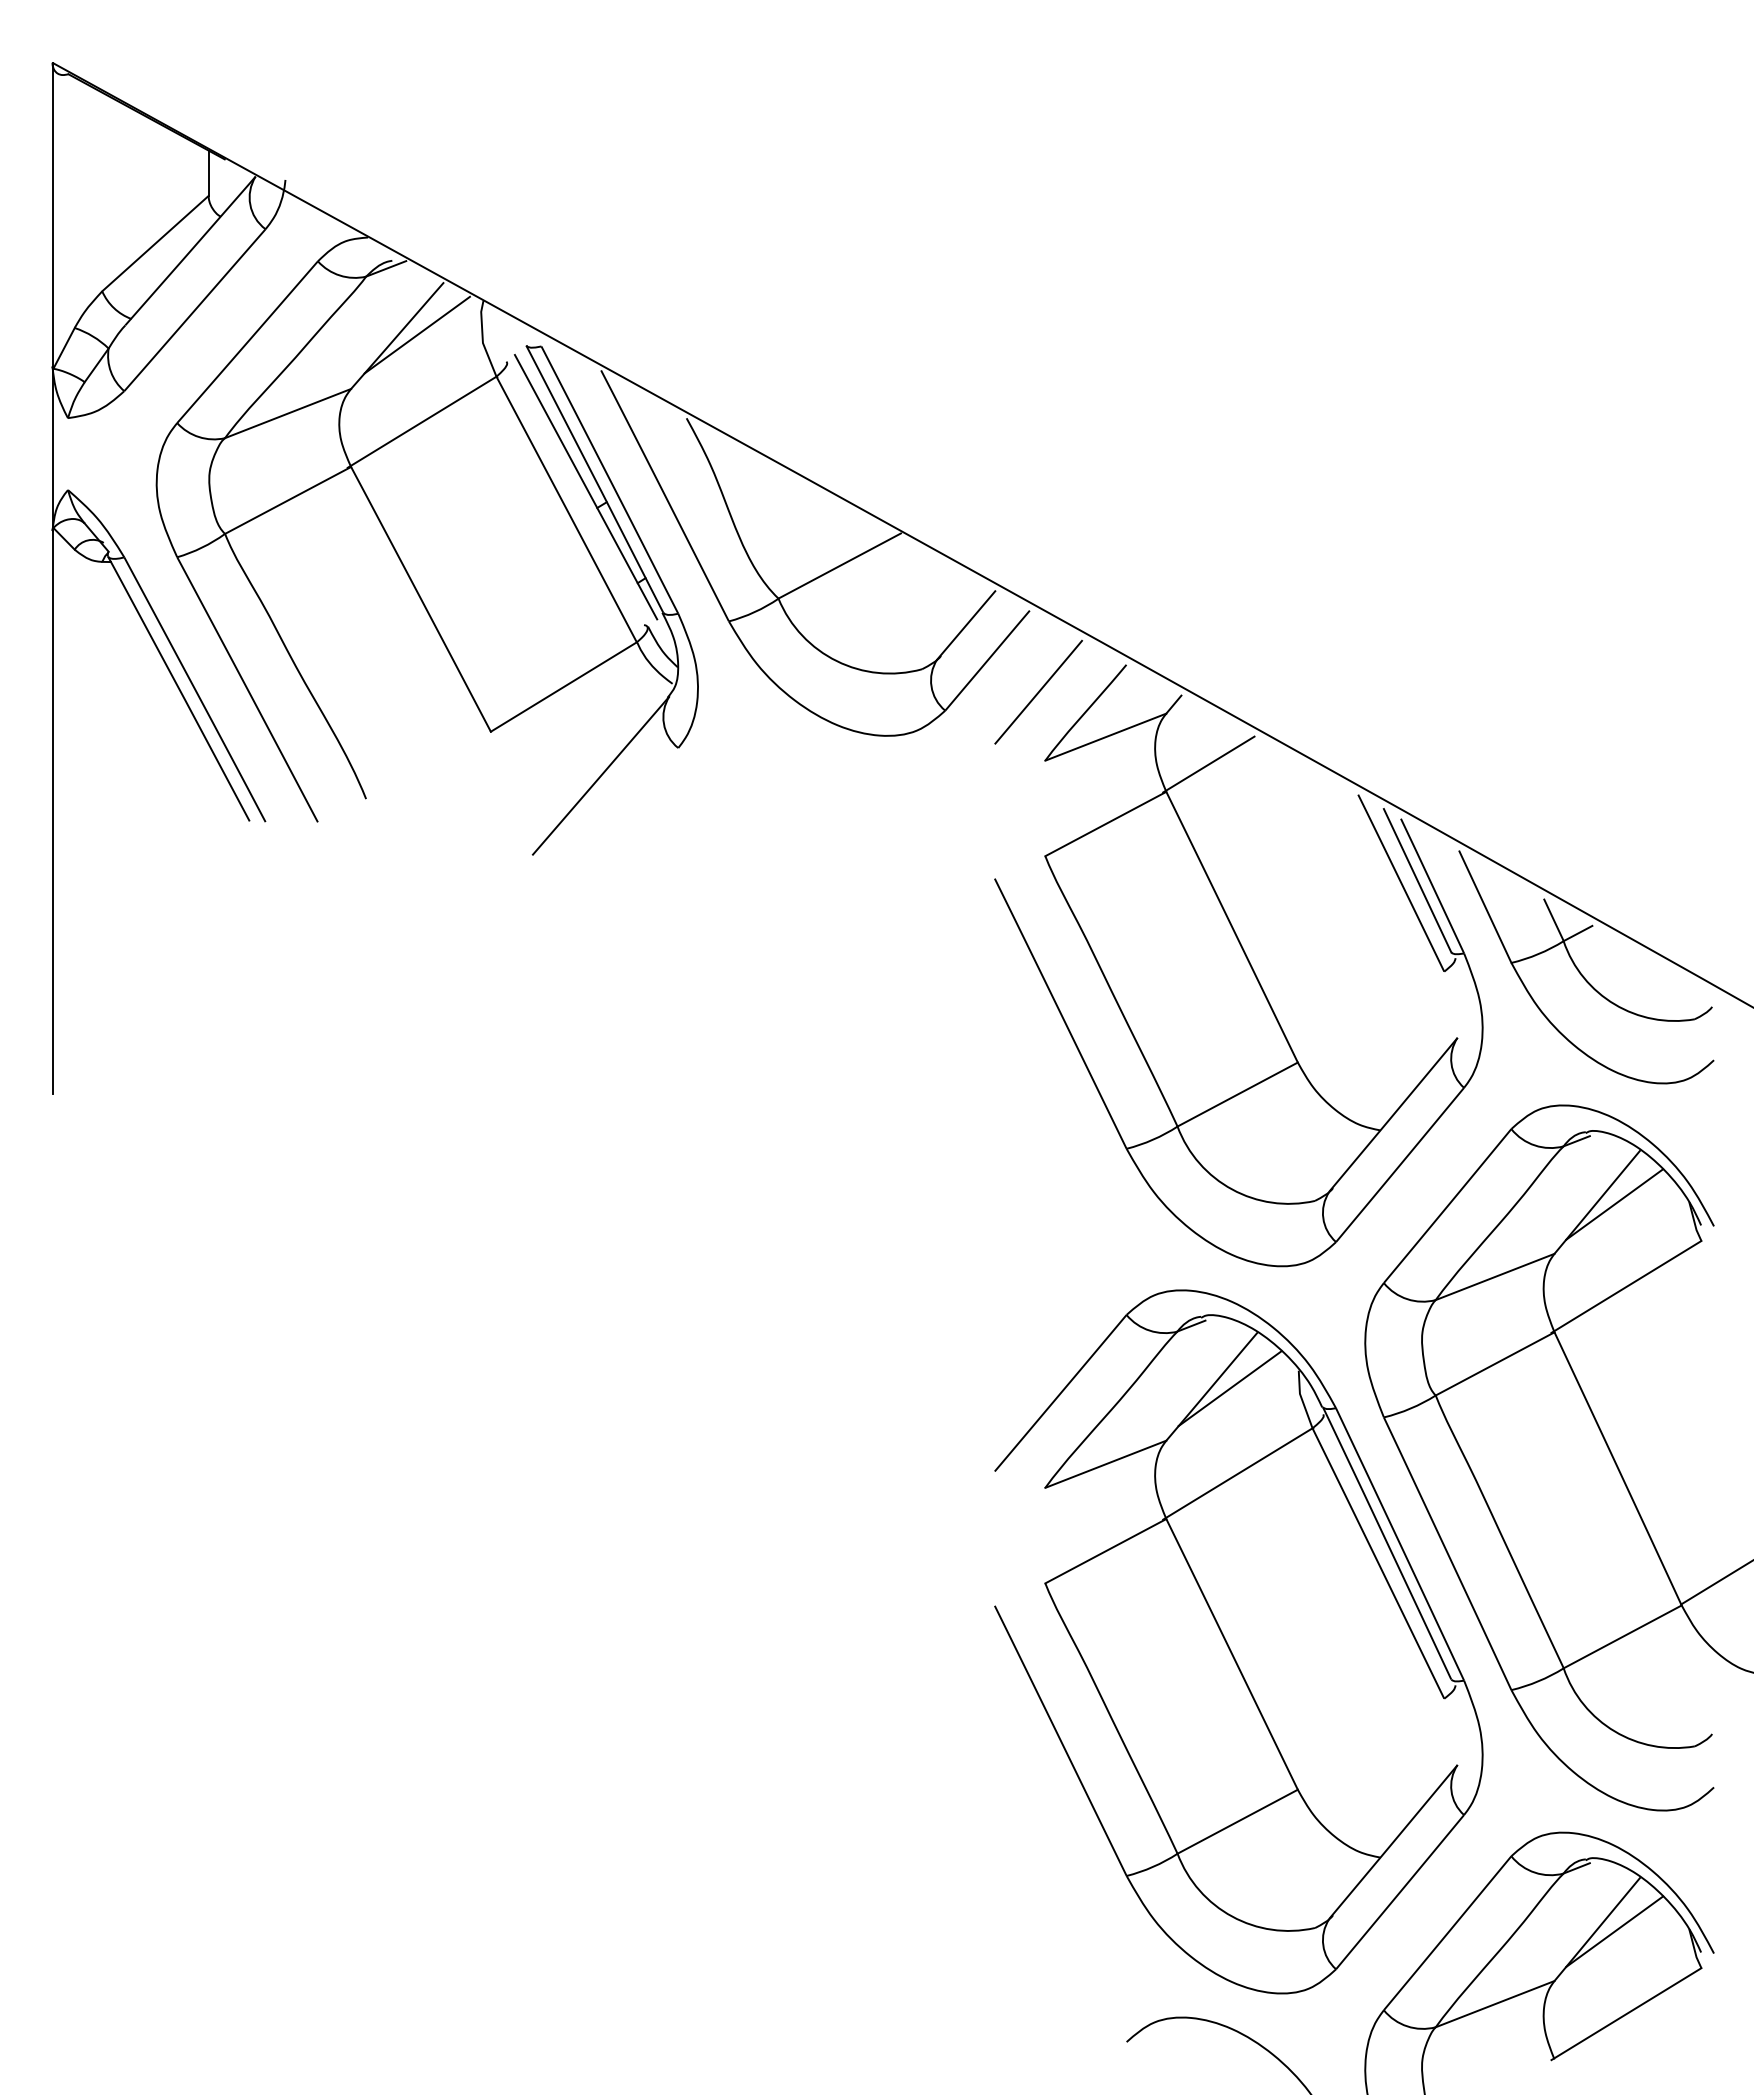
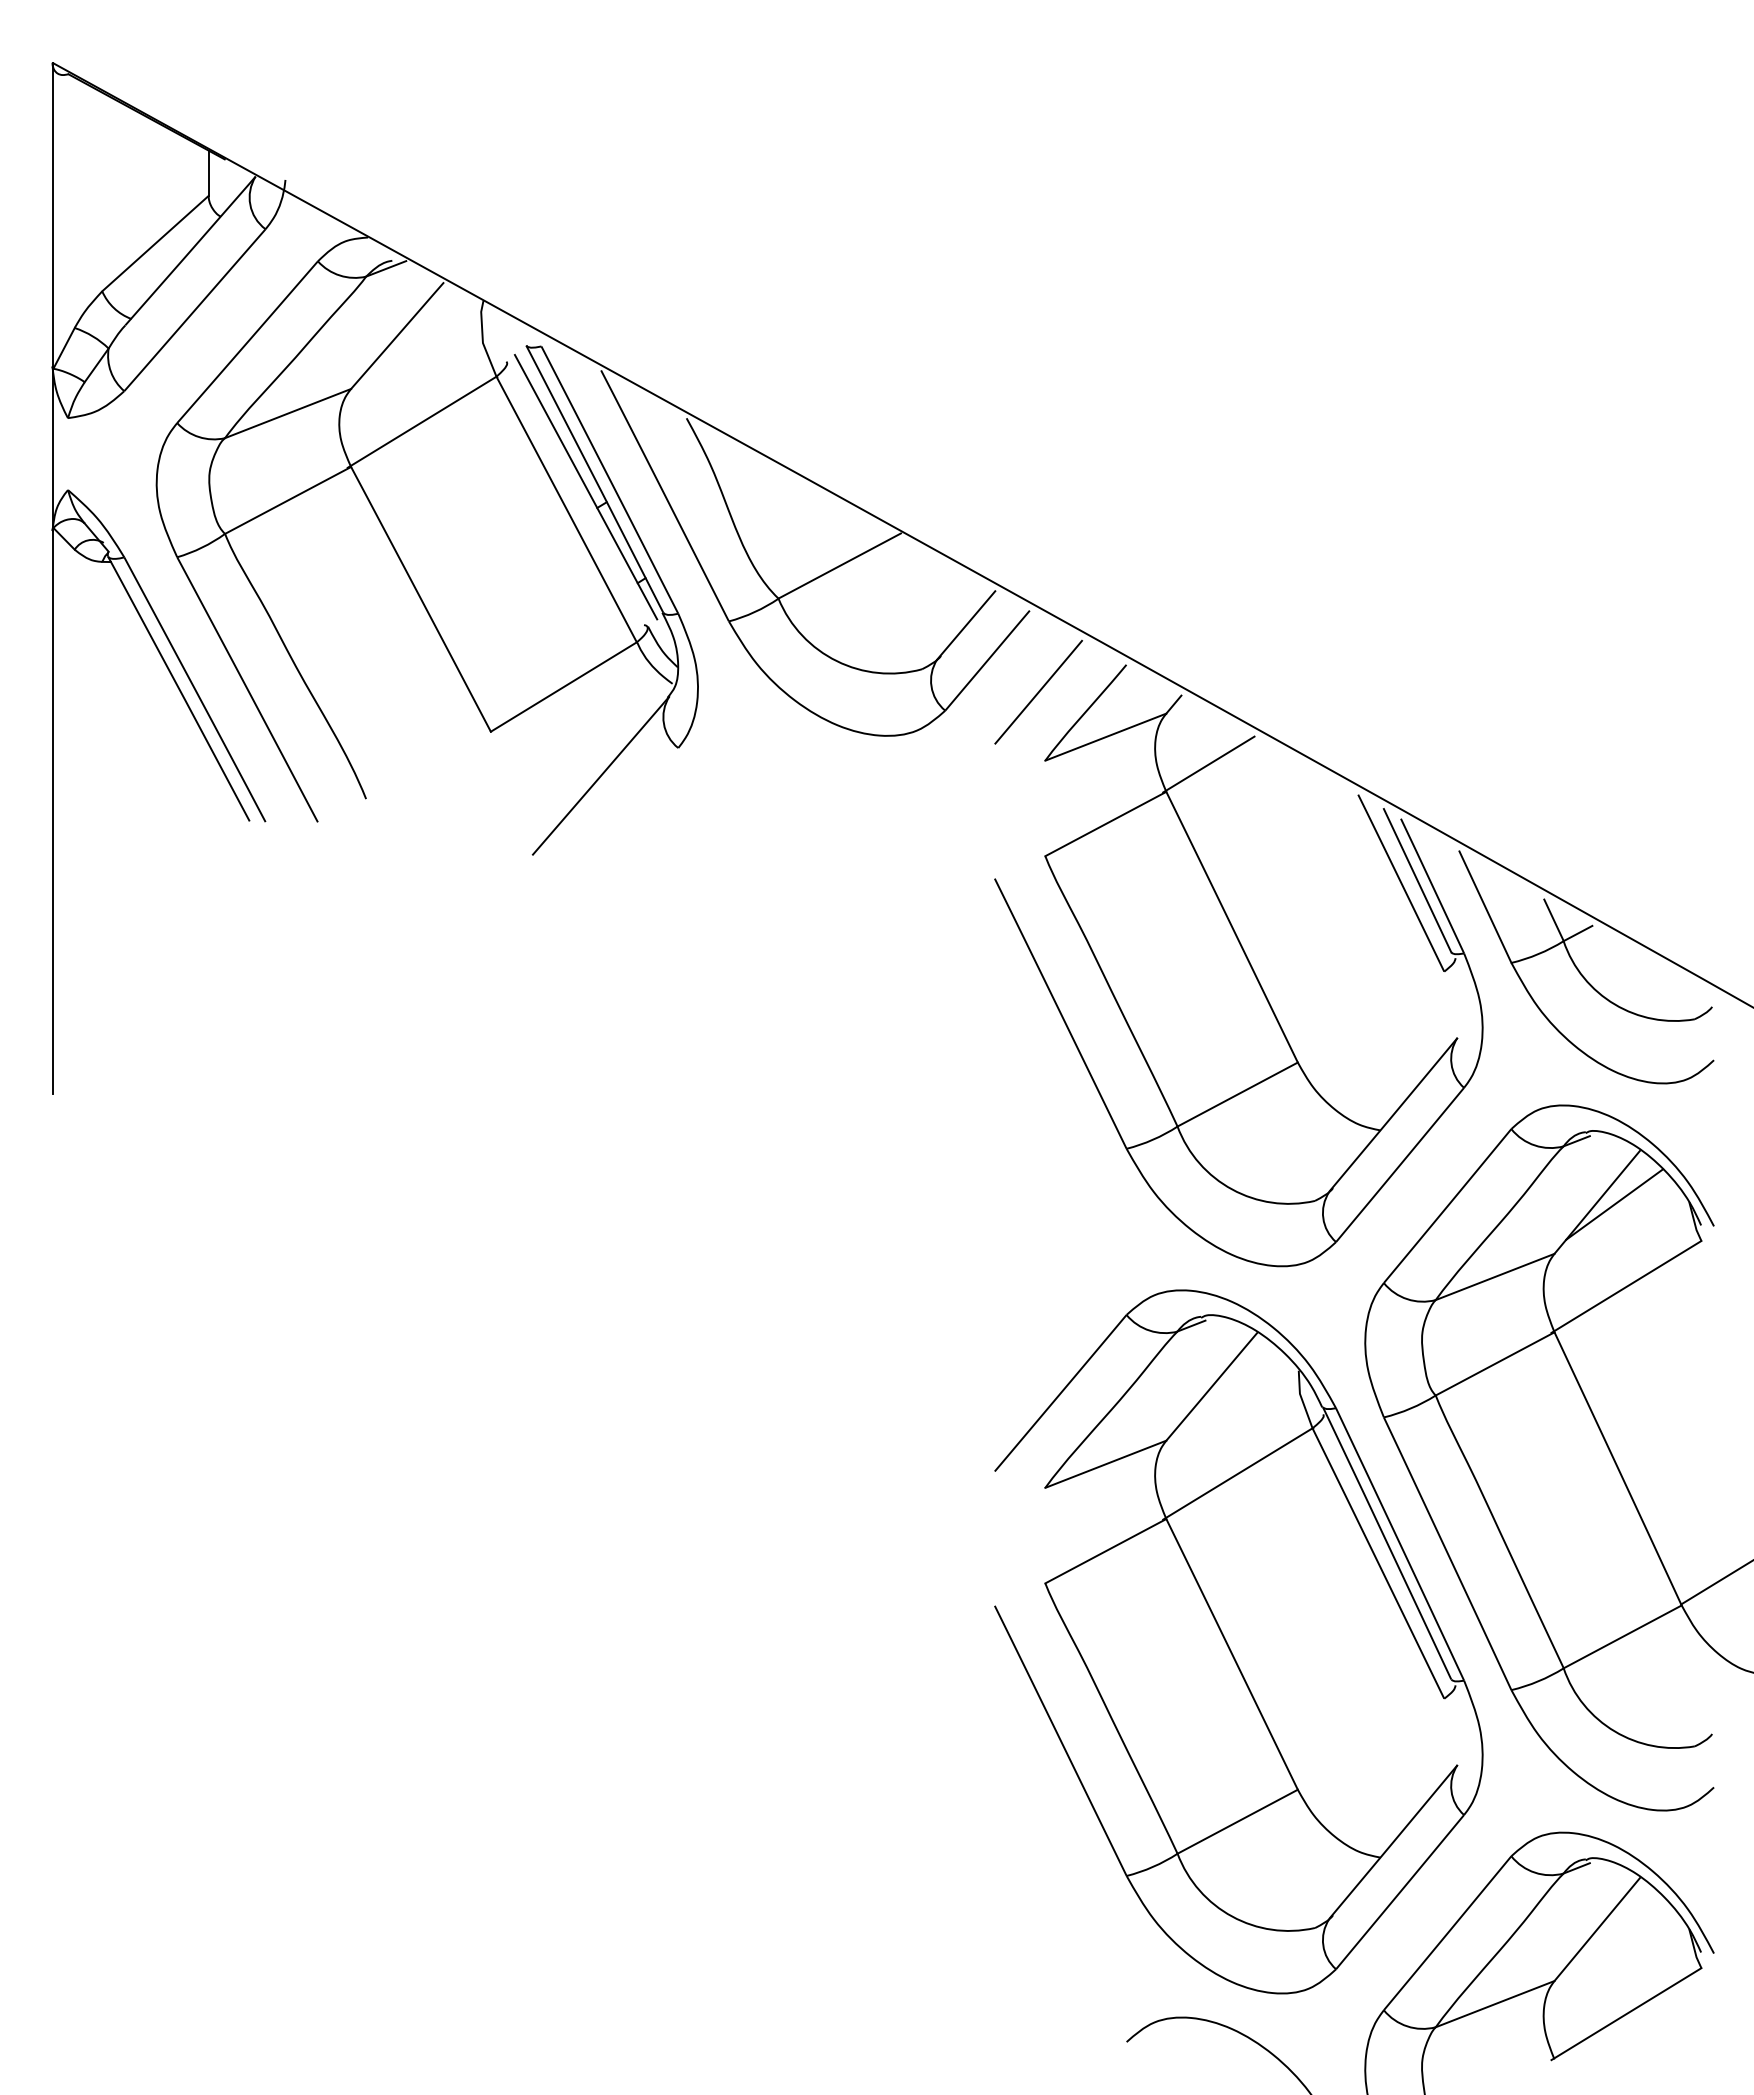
line at (416, 334): present -> none
line at (1229, 1388): present -> none
line at (1614, 1931): present -> none
